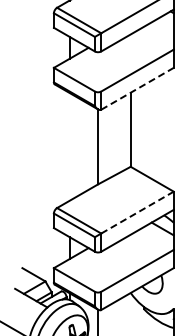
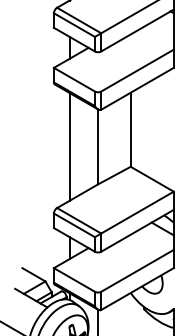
line at (137, 88): dashed -> solid
line at (69, 146): none -> present
line at (137, 212): dashed -> solid
